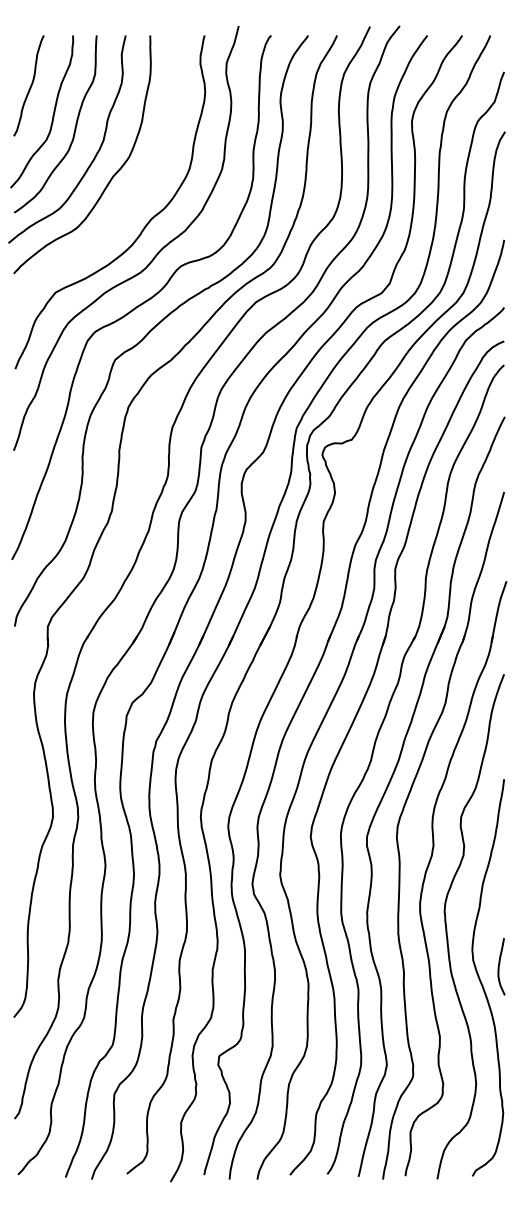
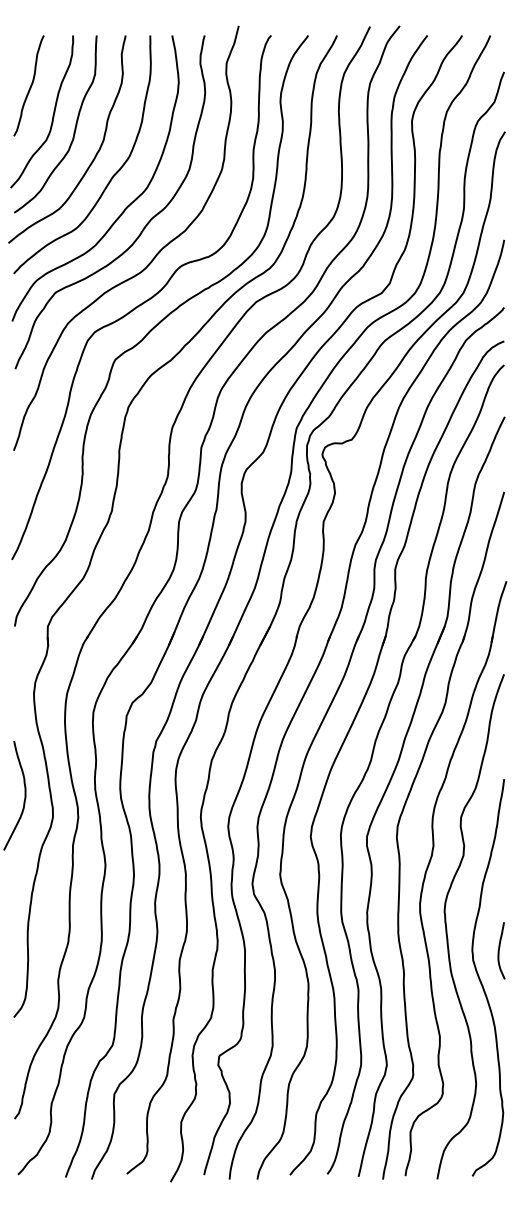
curve at (125, 207): none -> present
curve at (24, 795): none -> present
curve at (499, 966) position: (499, 966) -> (499, 950)
